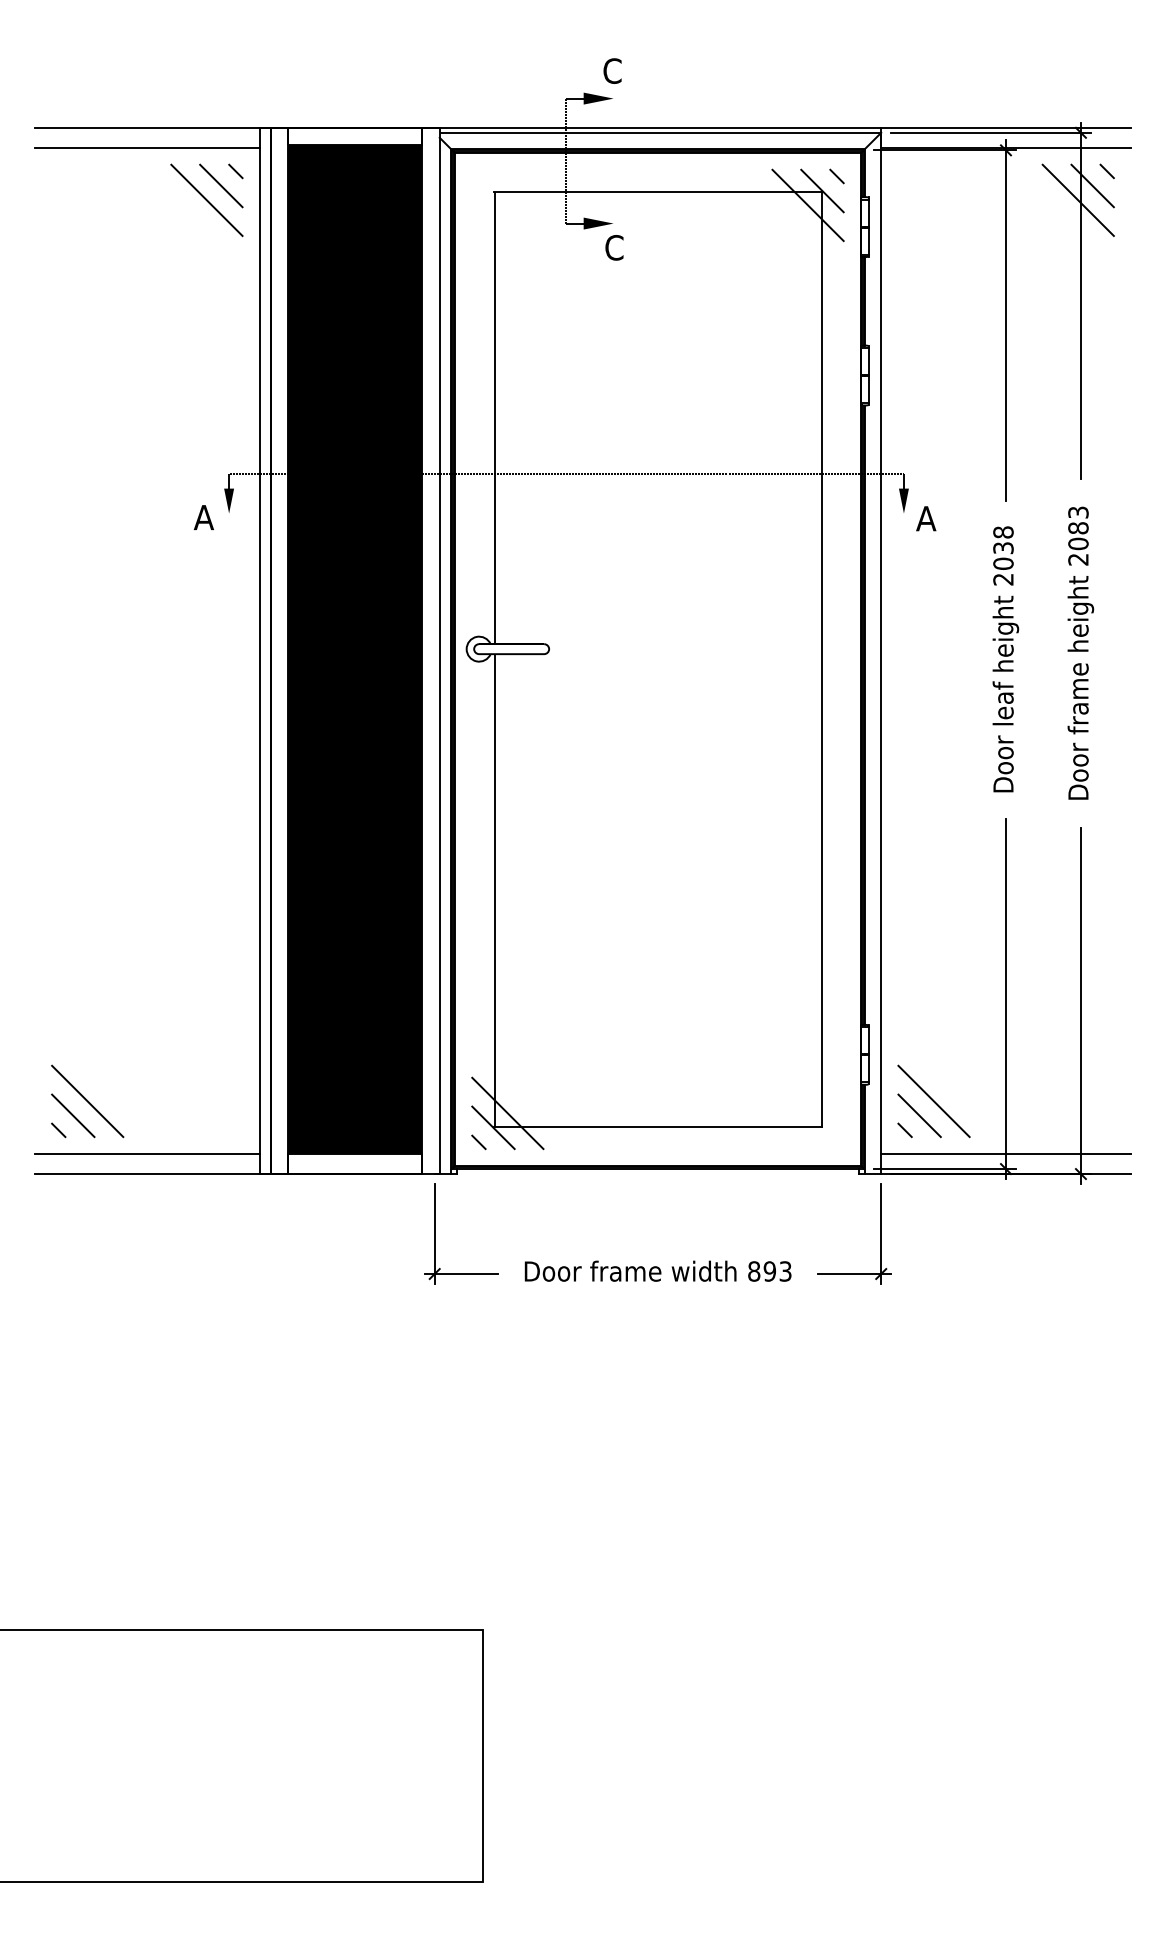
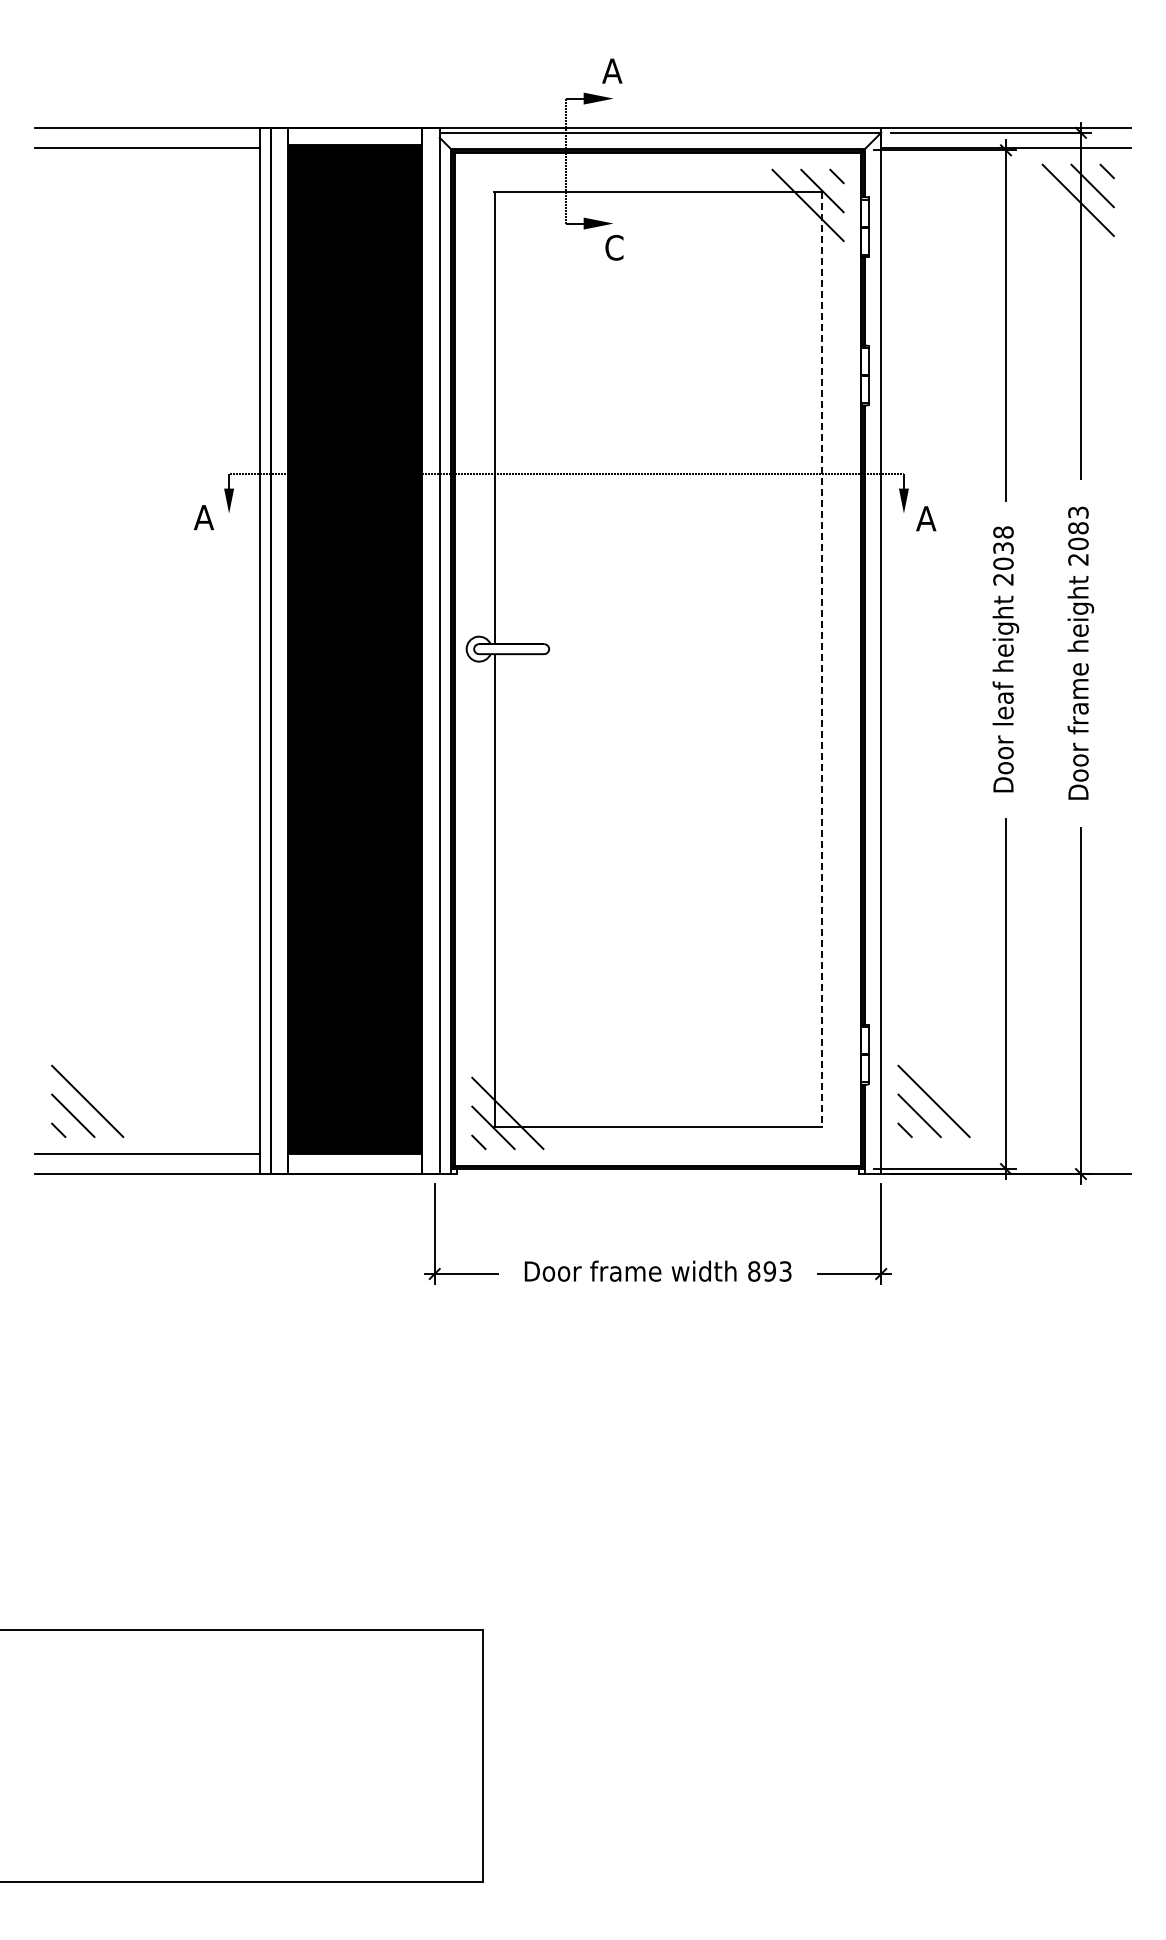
text at (612, 70): C -> A
part at (206, 199): present -> none
line at (821, 659): solid -> dashed
line at (1006, 1154): present -> none
